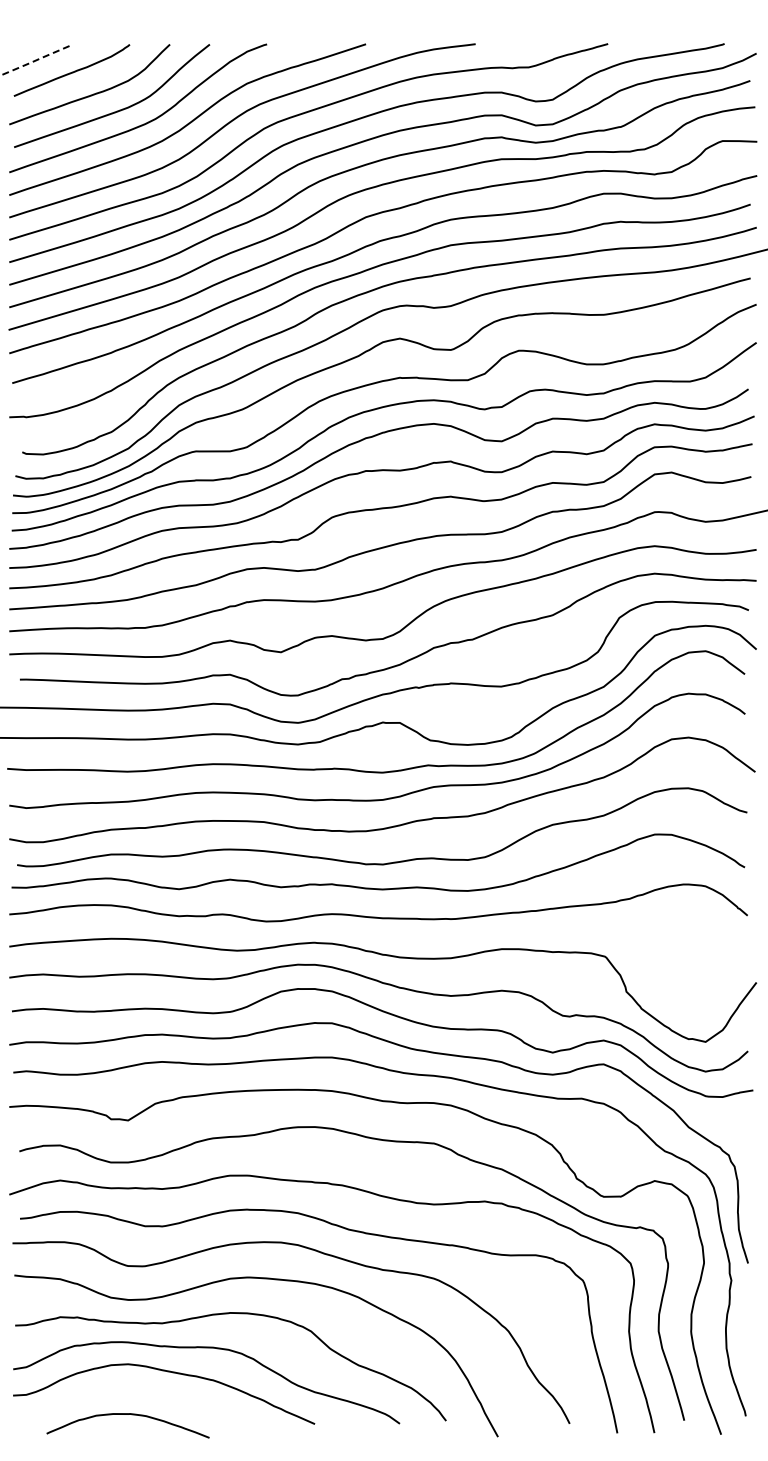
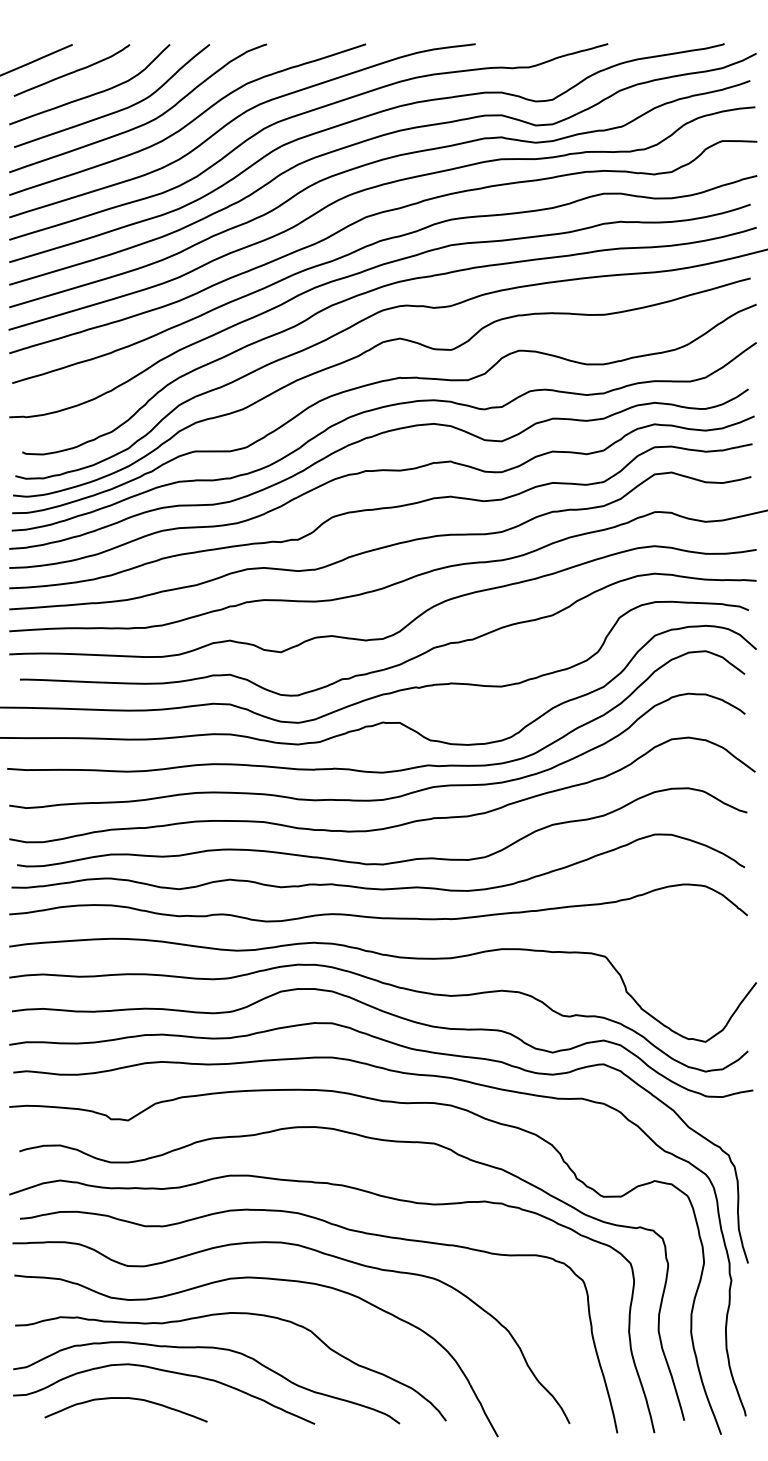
line at (36, 60): dashed -> solid
curve at (127, 1414) position: (127, 1414) -> (125, 1398)
